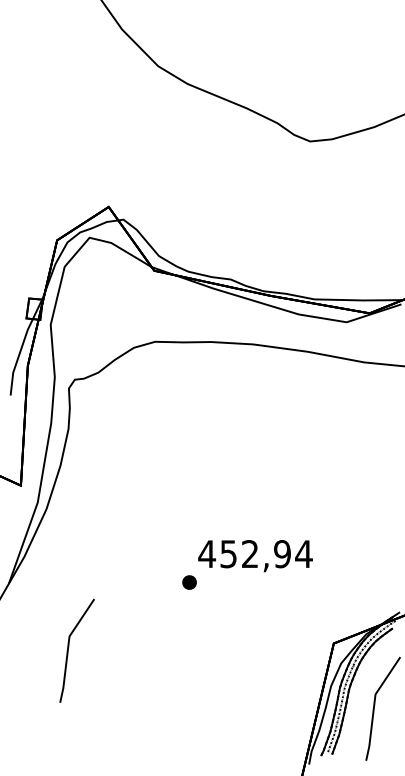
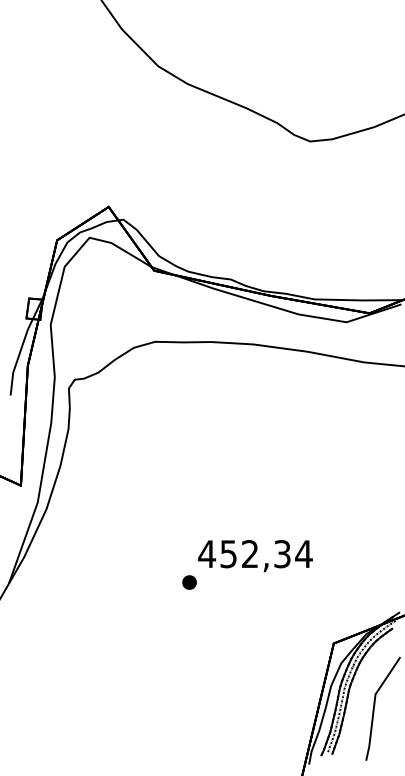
text at (282, 554): 452,94 -> 452,34
curve at (69, 647): present -> none
